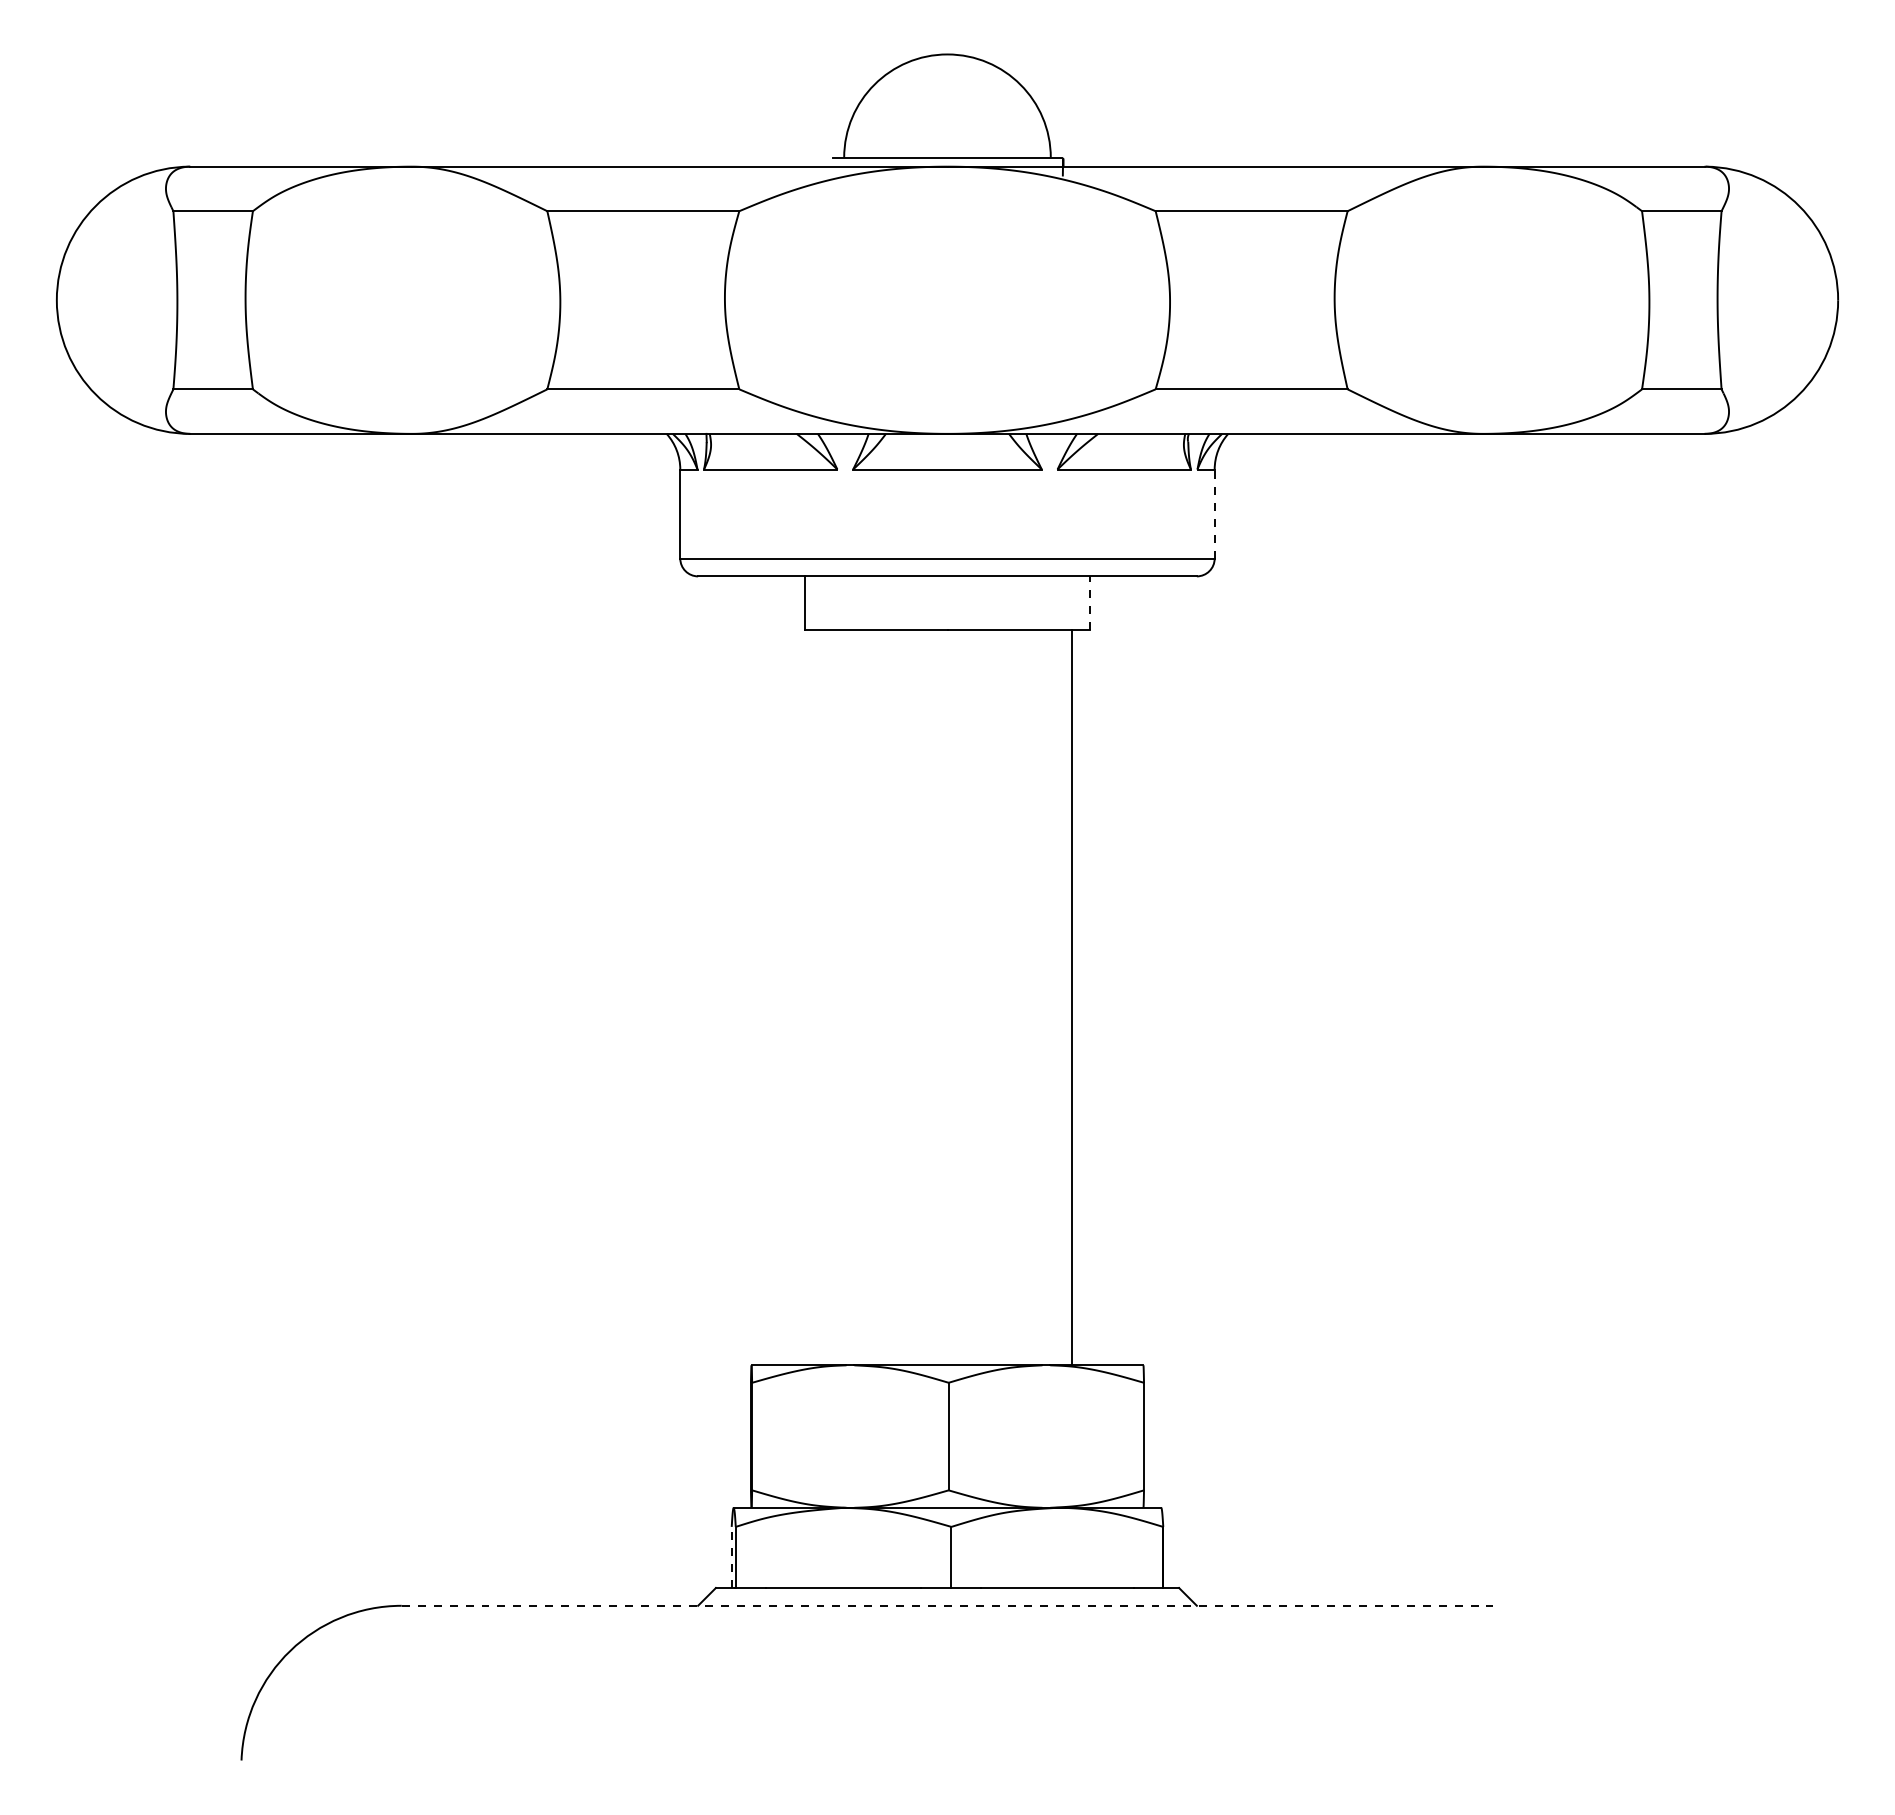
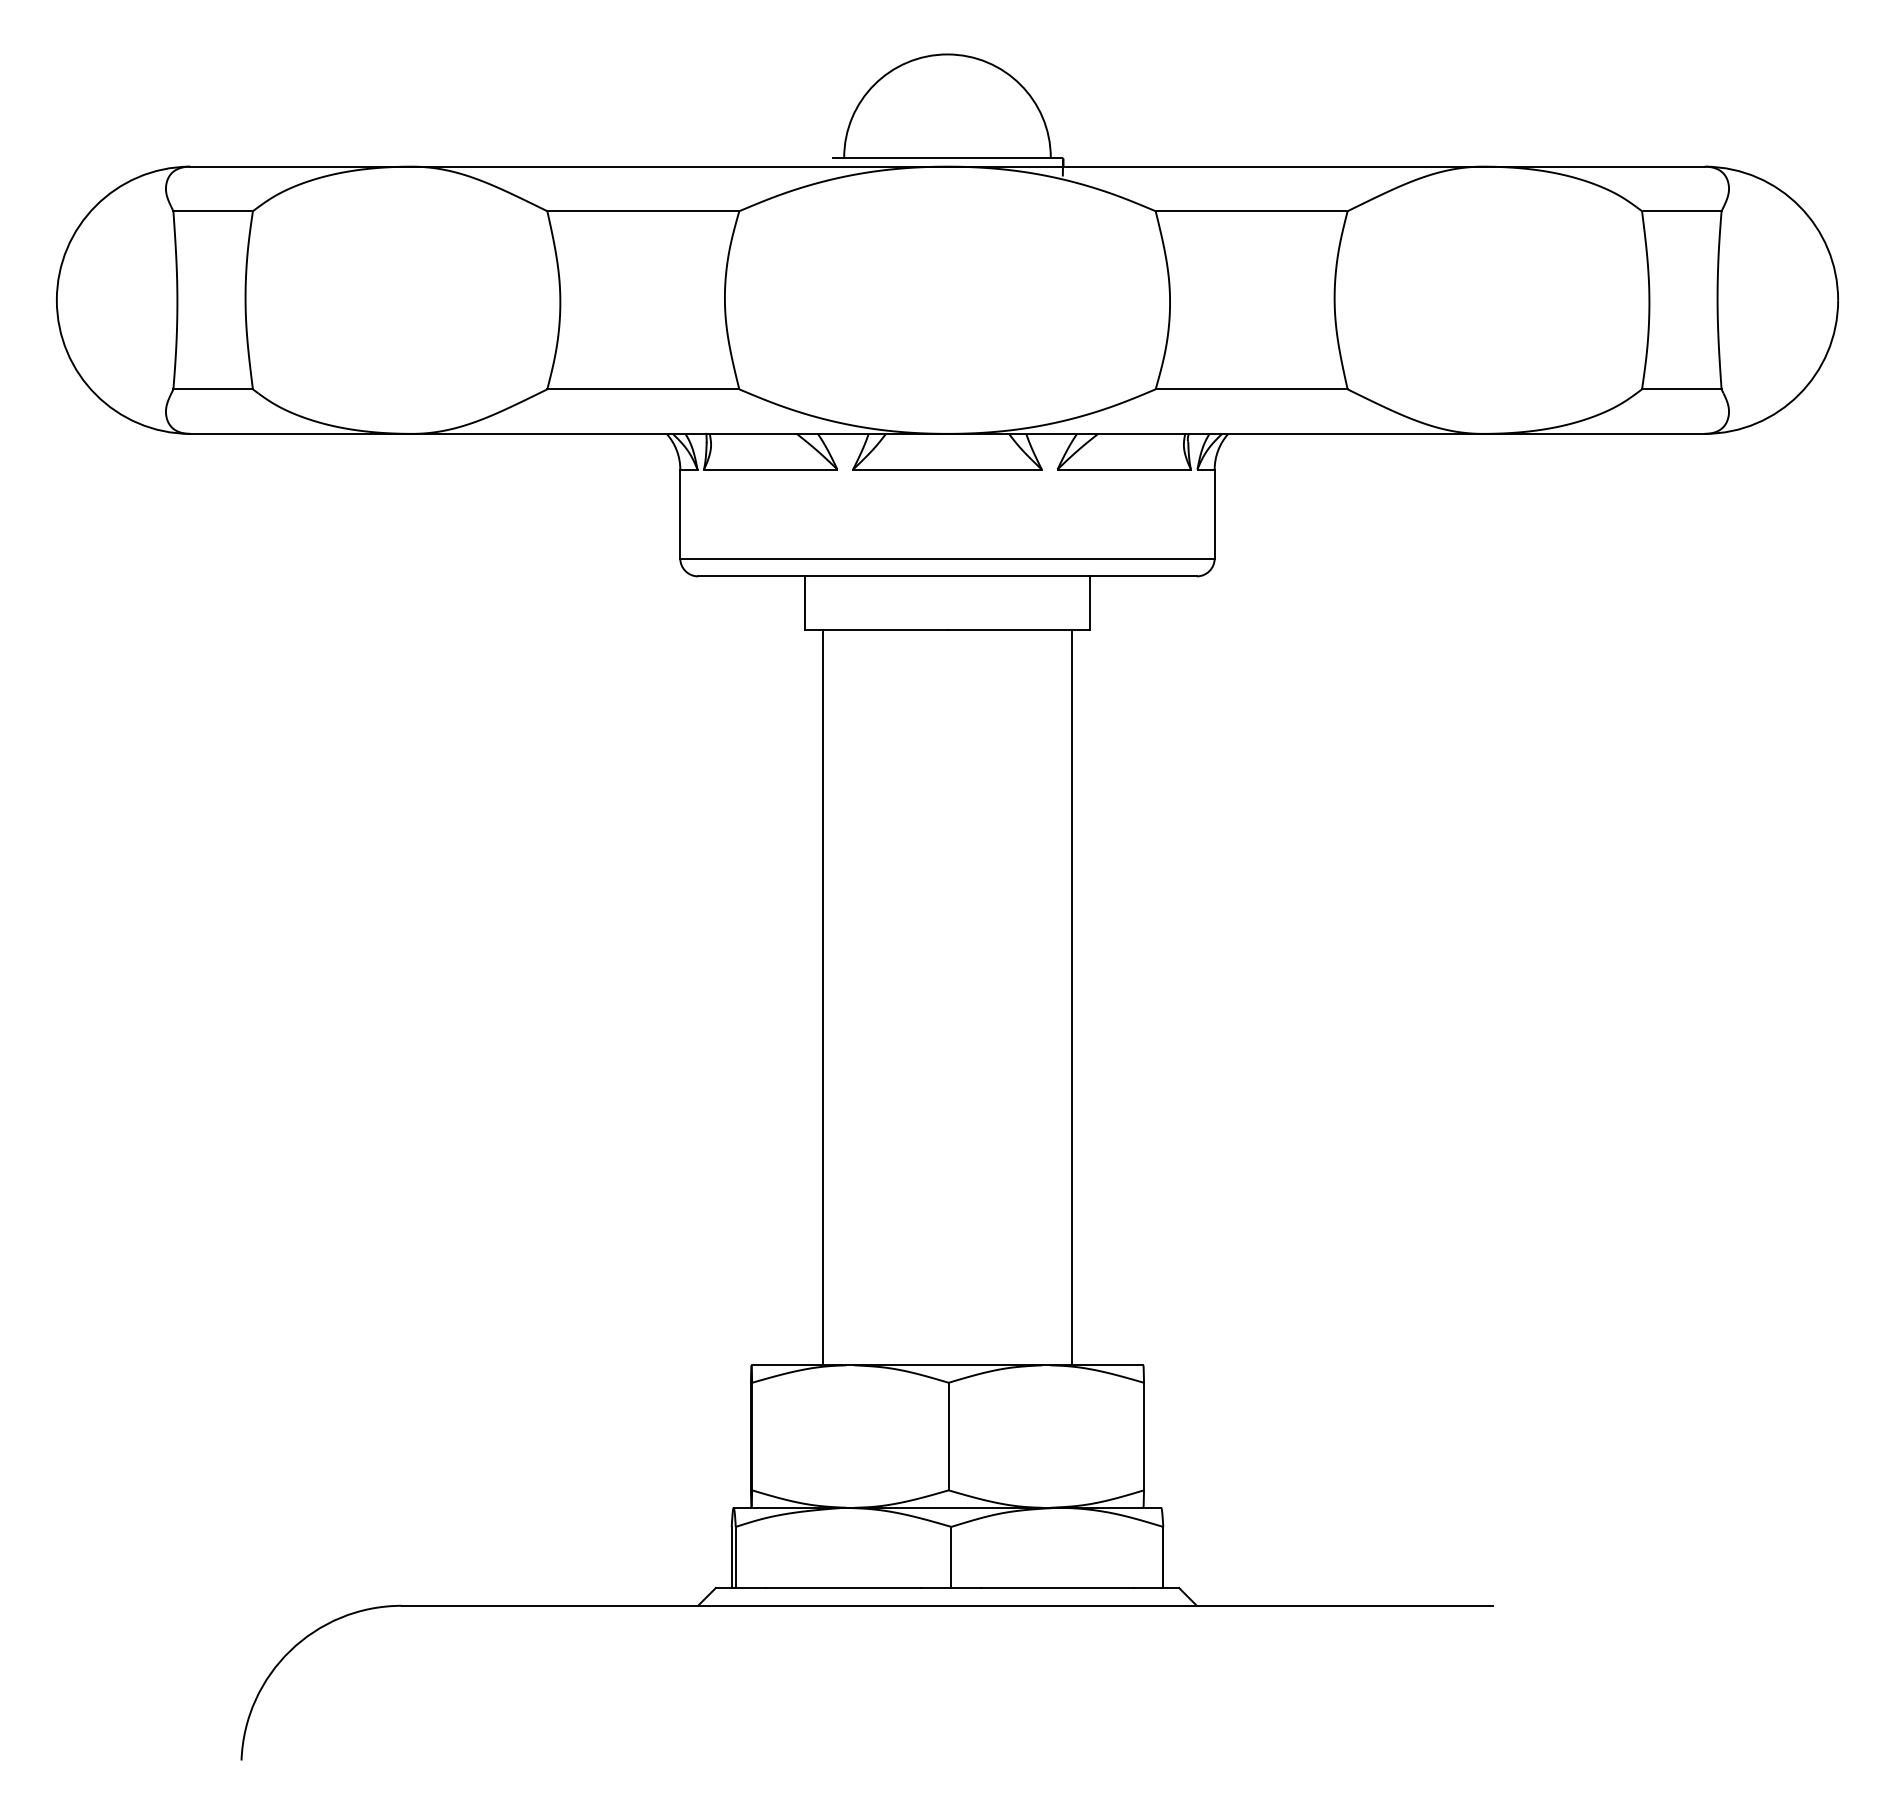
line at (1214, 514): dashed -> solid
line at (1090, 603): dashed -> solid
line at (822, 997): none -> present
line at (731, 1557): dashed -> solid
line at (947, 1605): dashed -> solid
